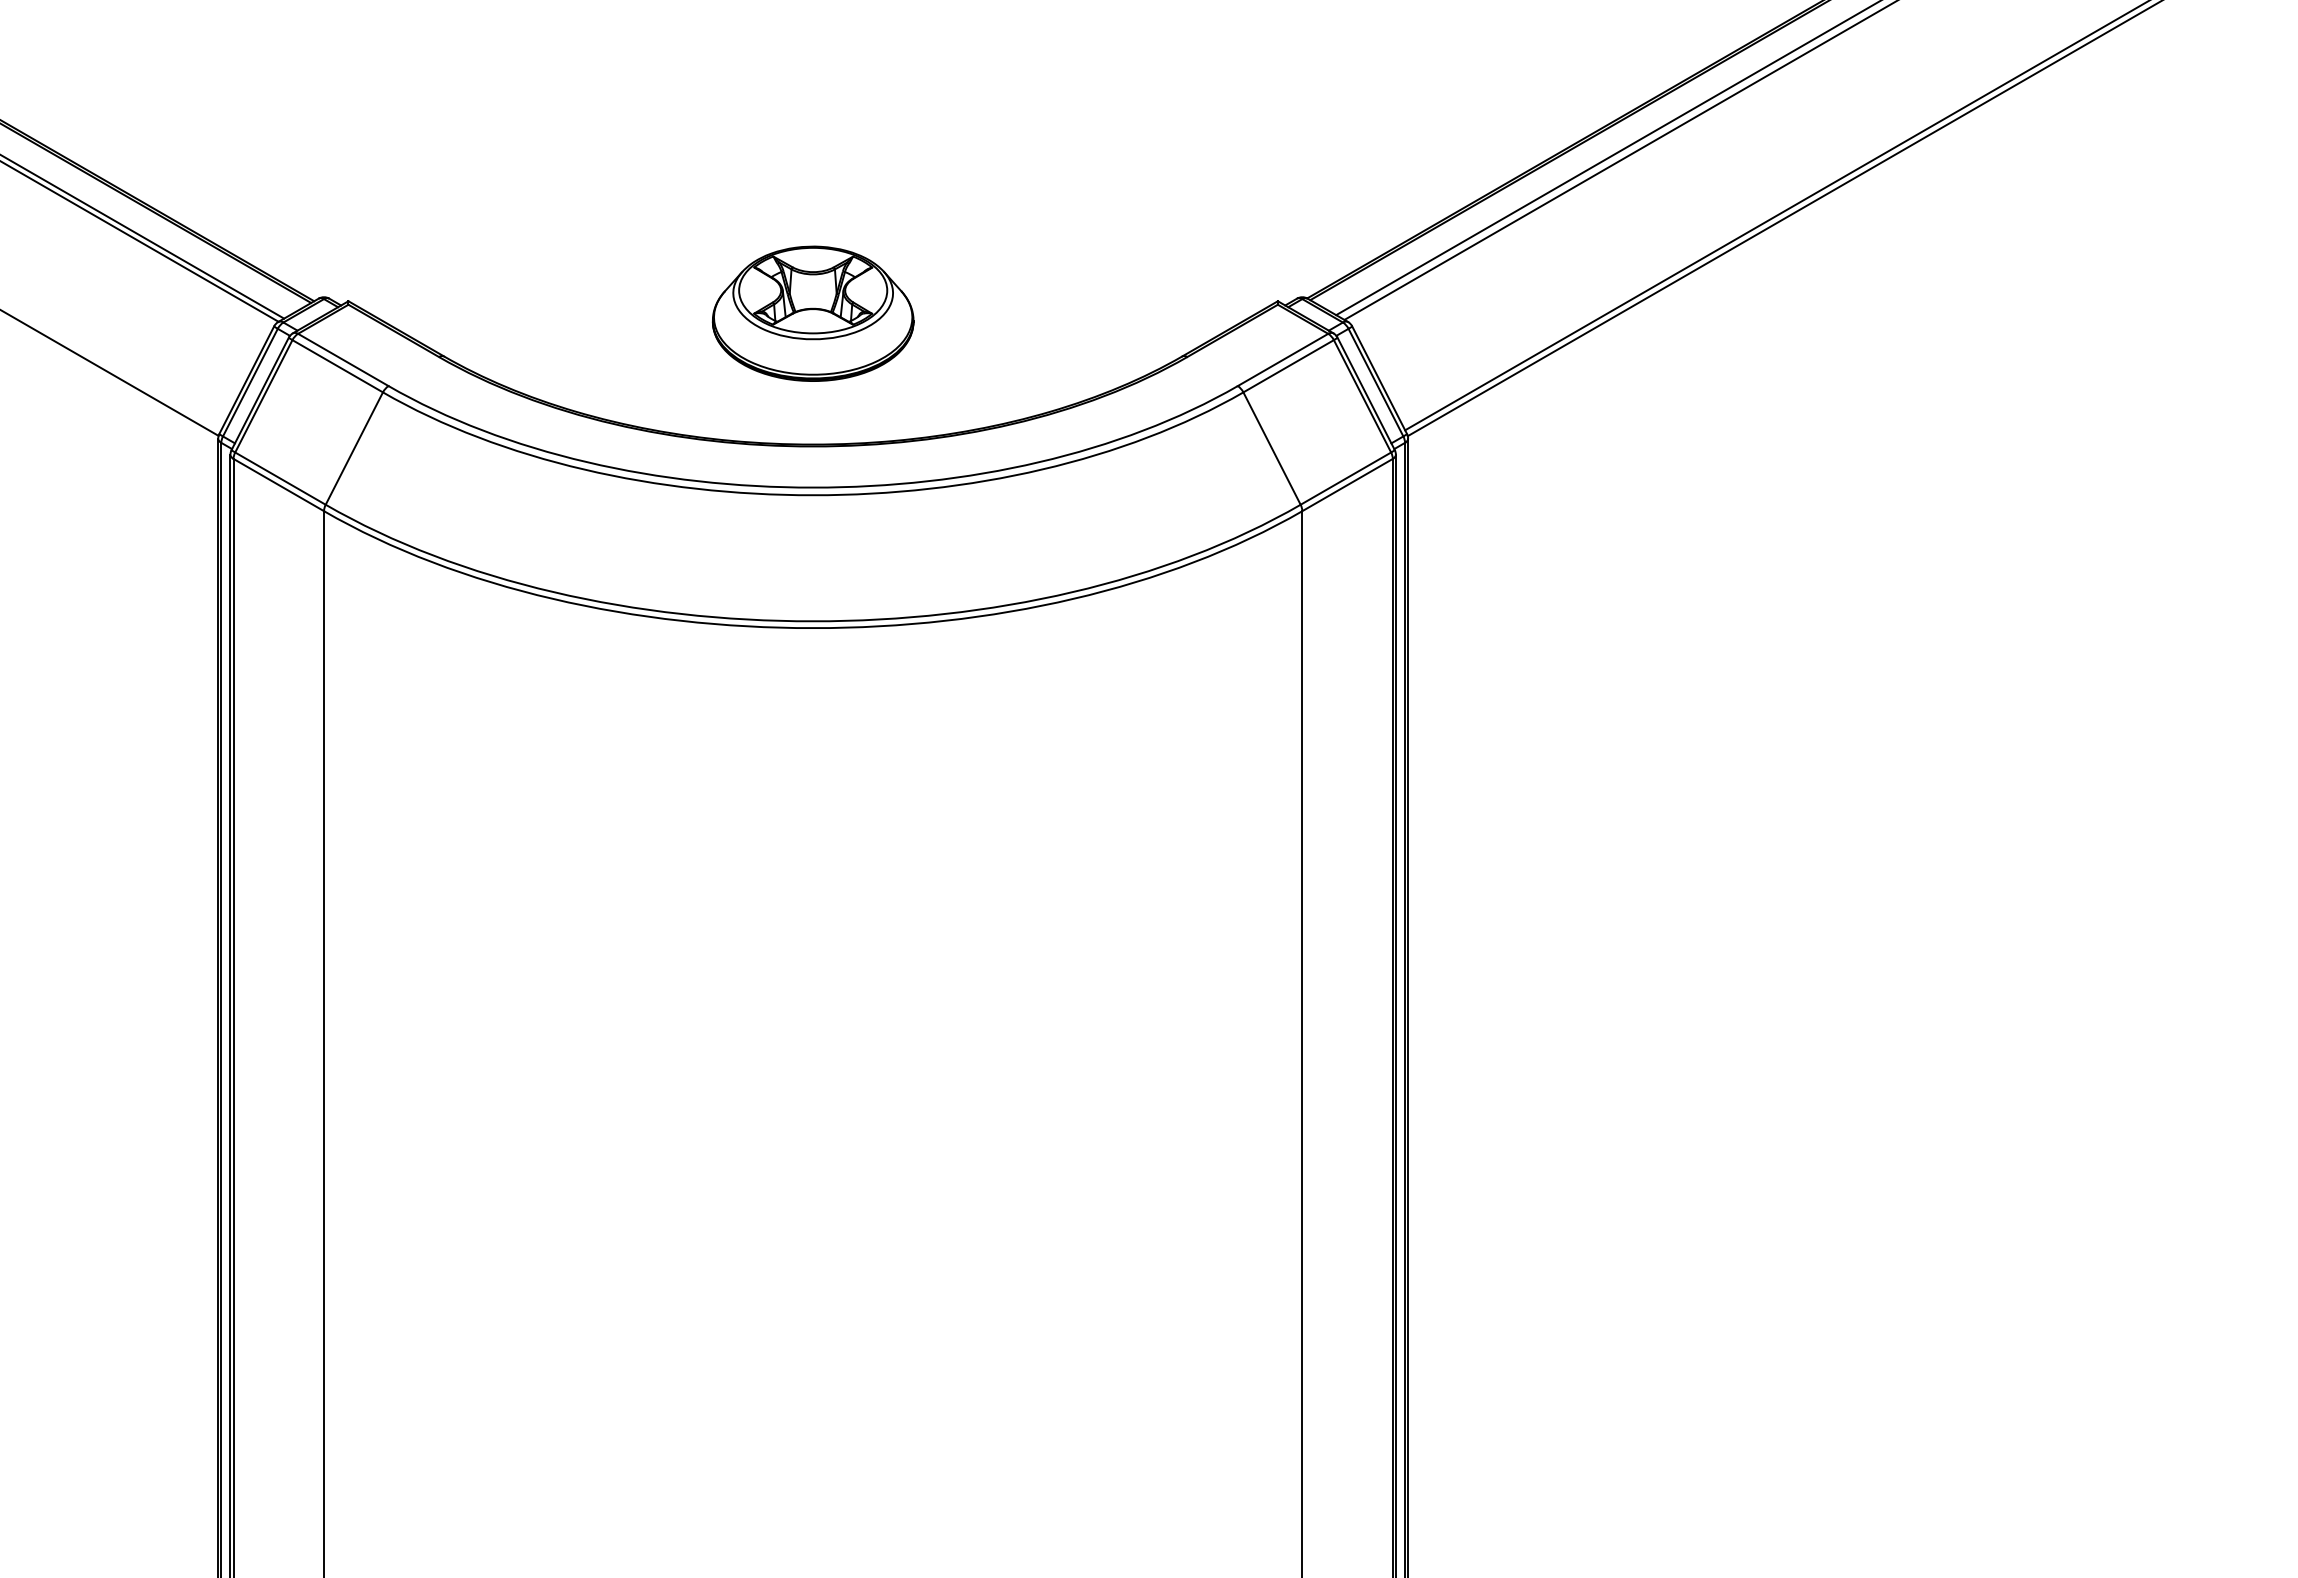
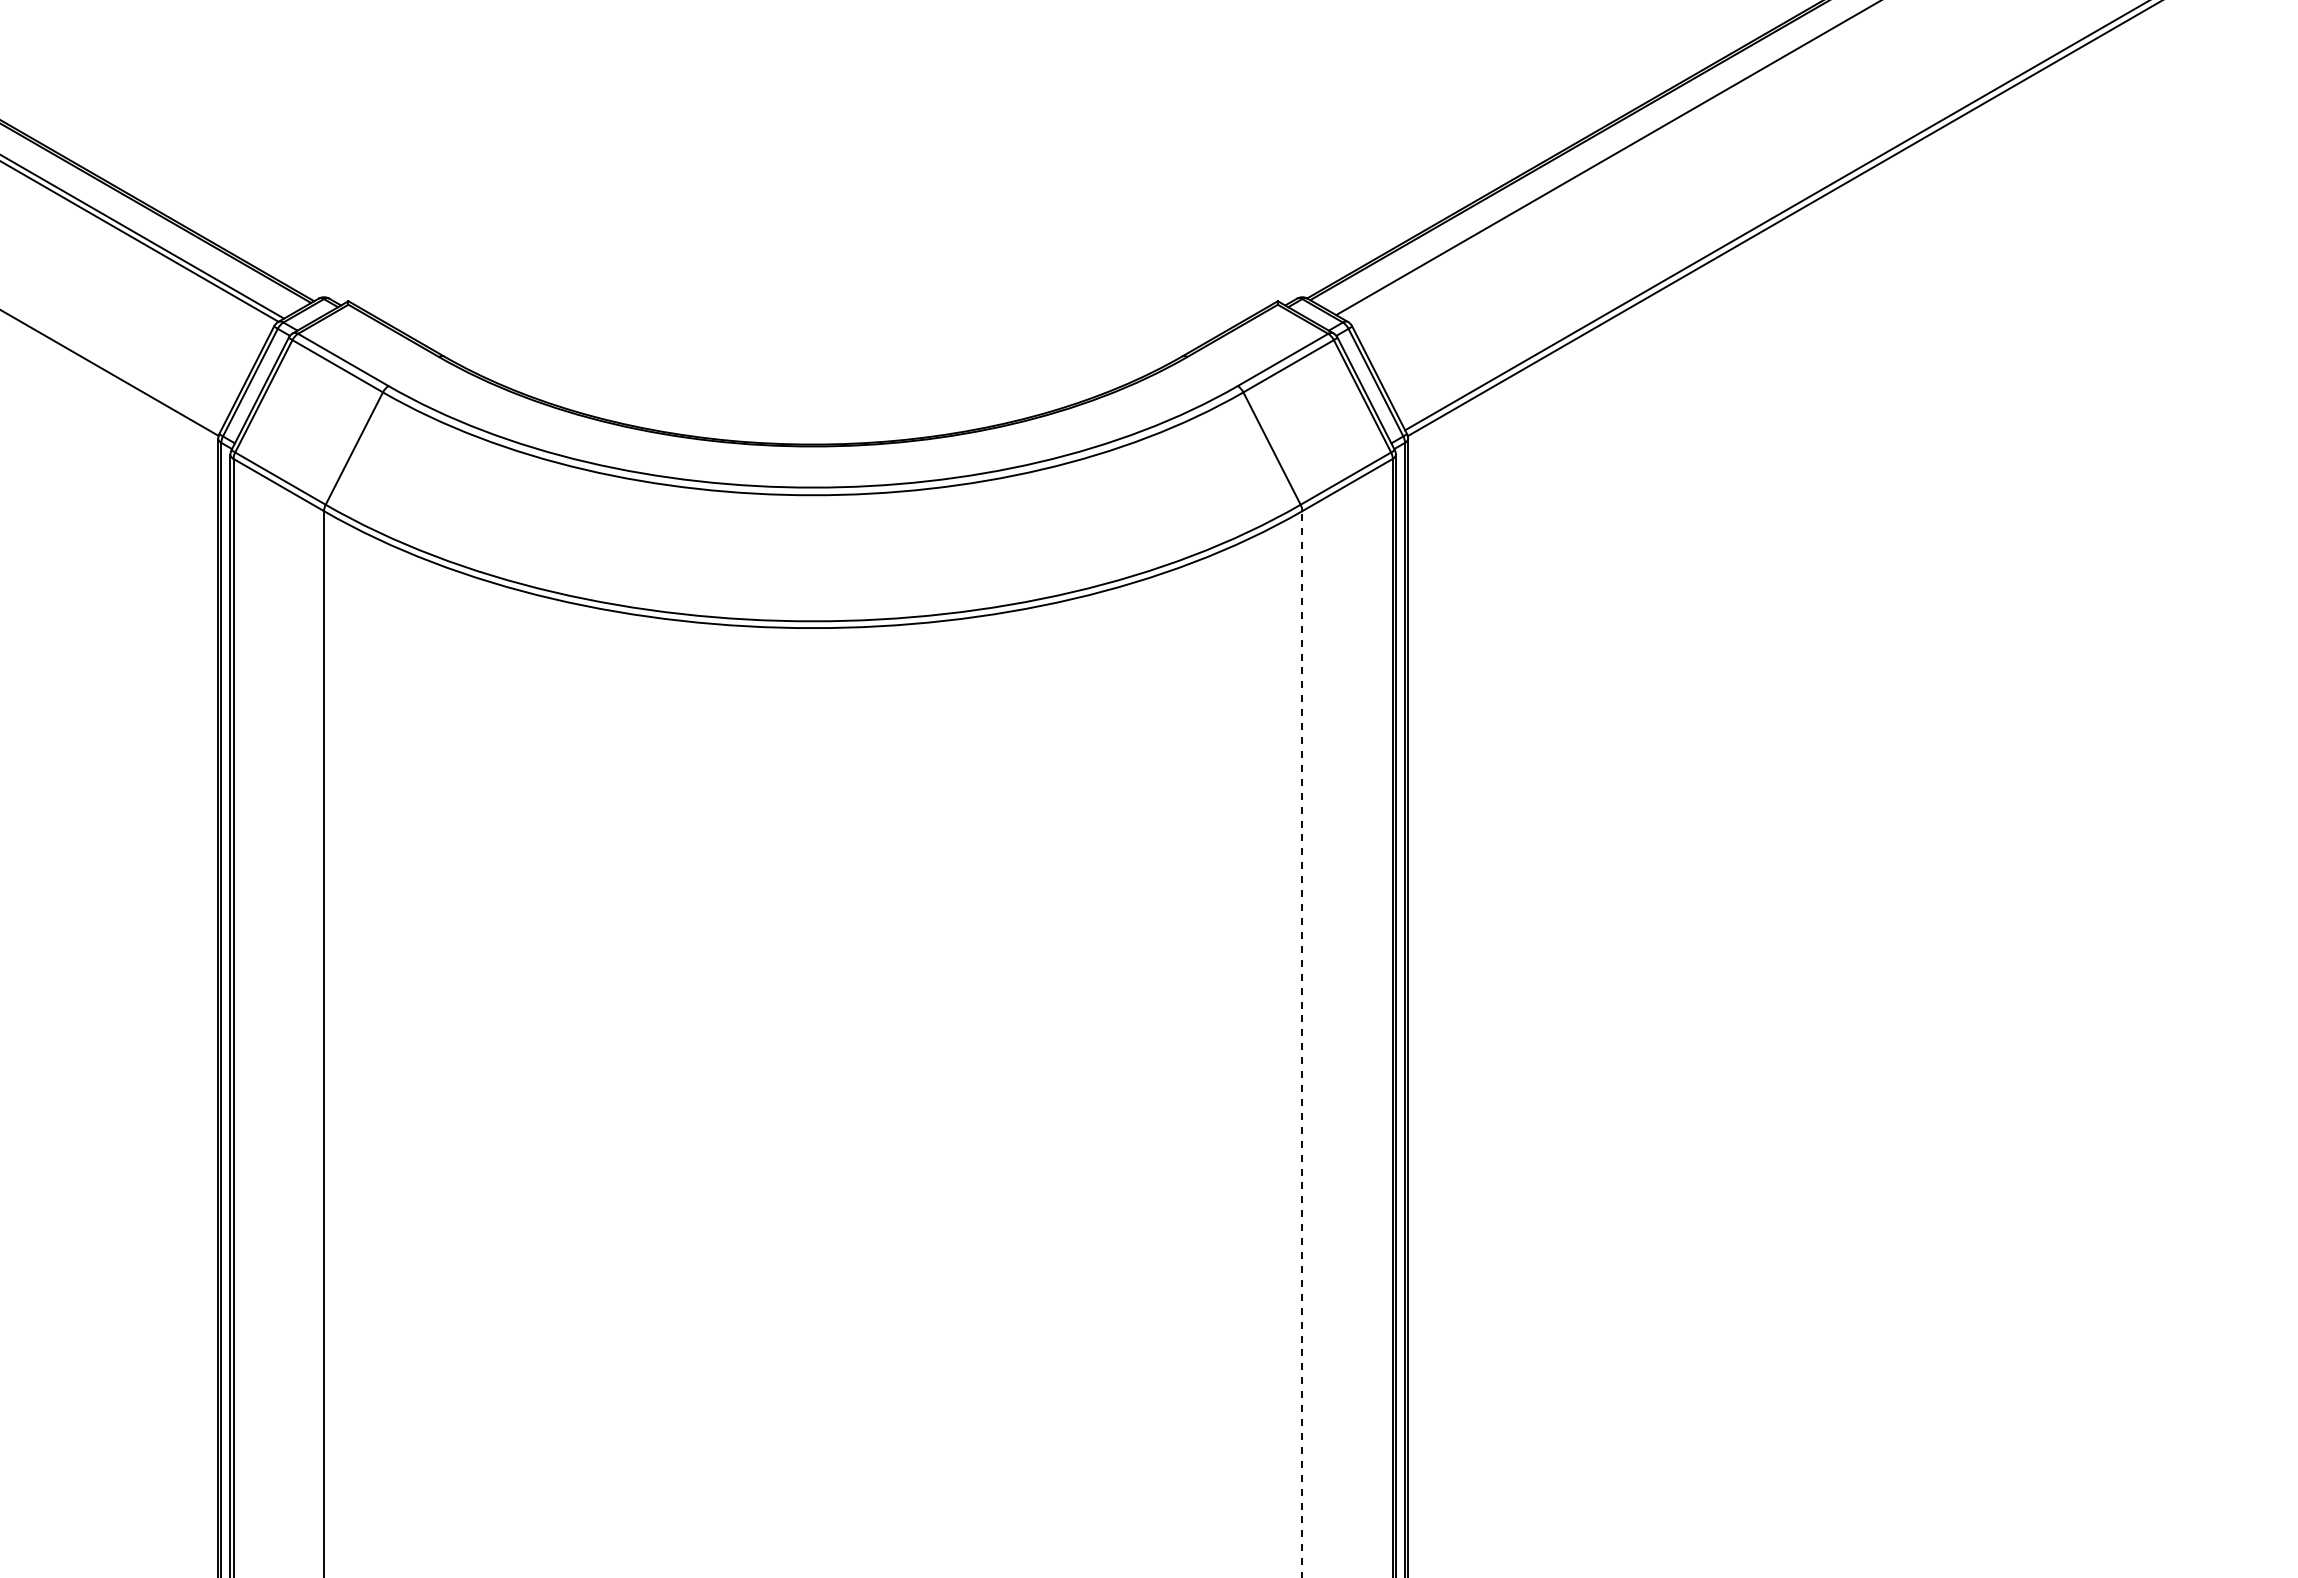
line at (1619, 160): present -> none
part at (812, 313): present -> none
line at (1302, 1044): solid -> dashed
